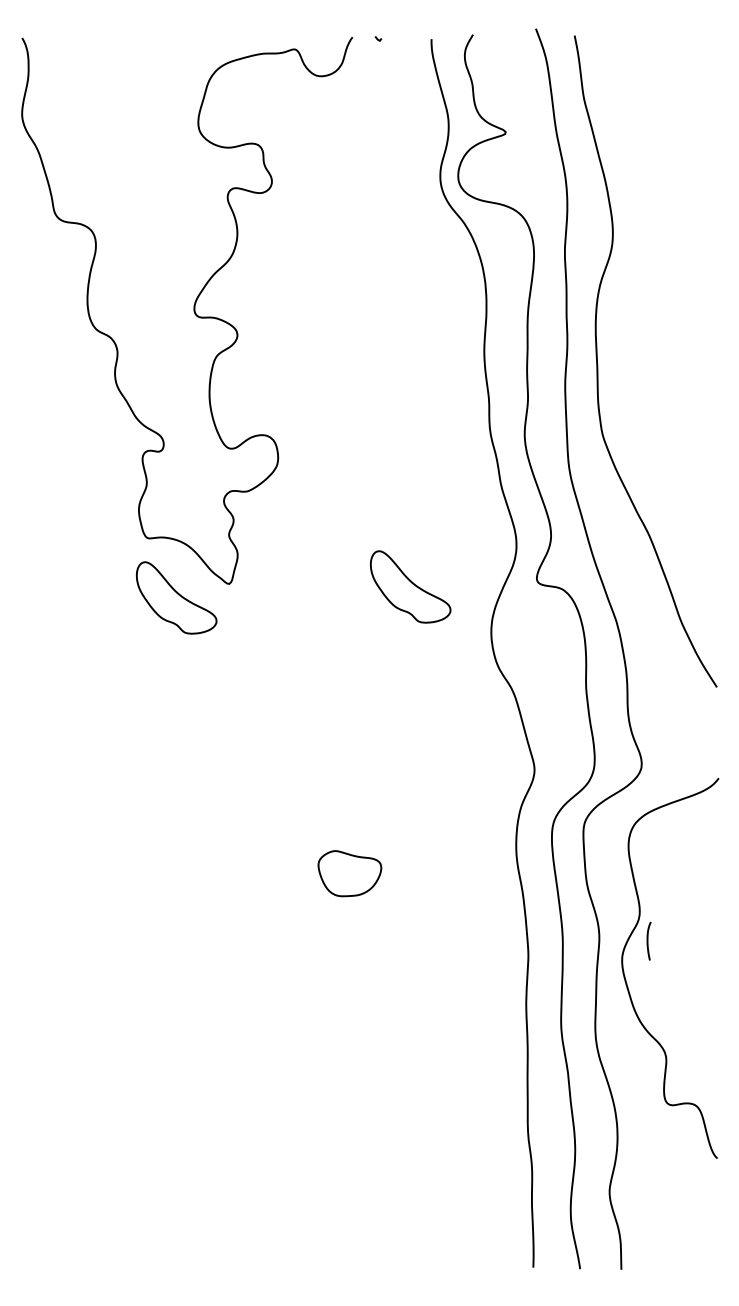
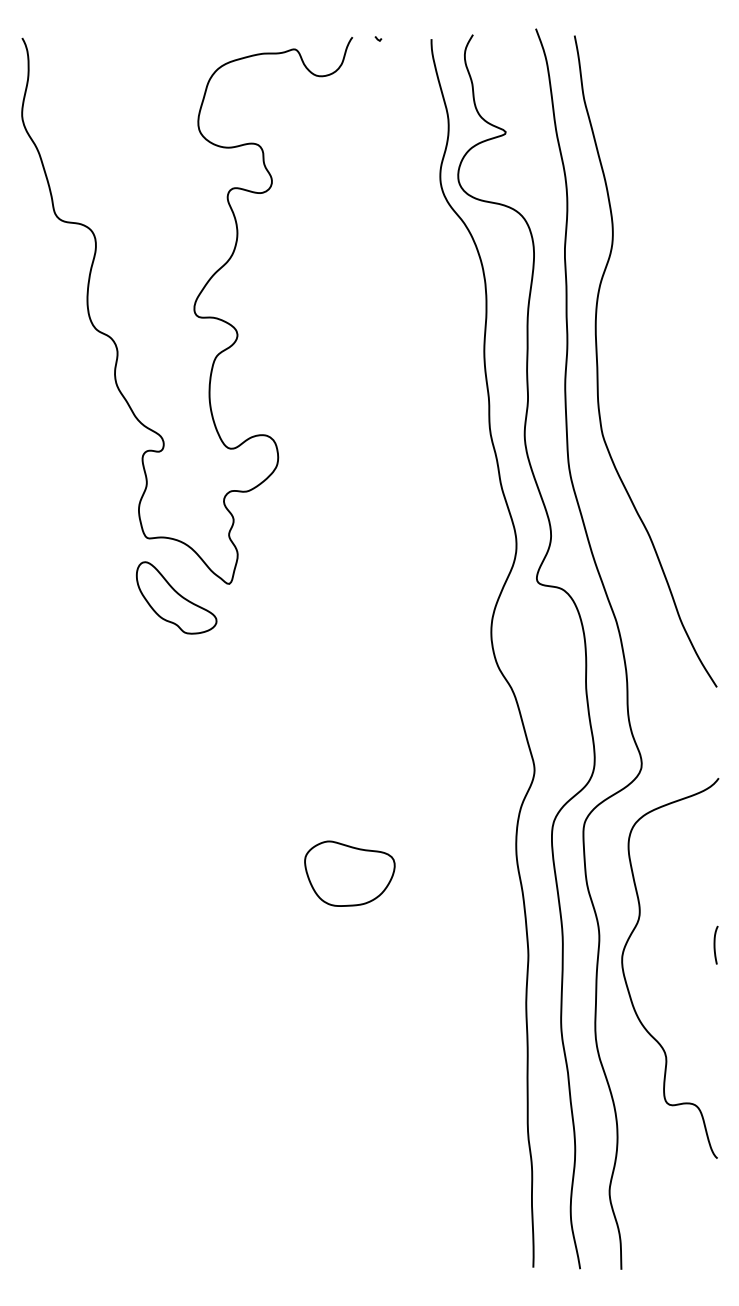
part at (410, 586): present -> none
part at (349, 873) size: 66x48 px -> 92x67 px
curve at (648, 940) position: (648, 940) -> (715, 944)
